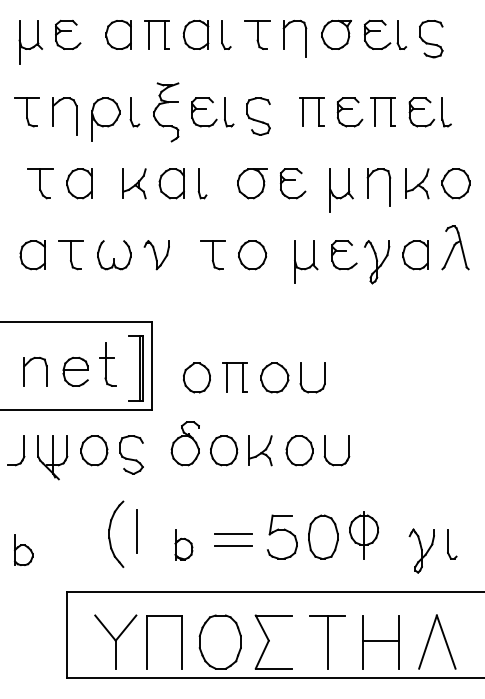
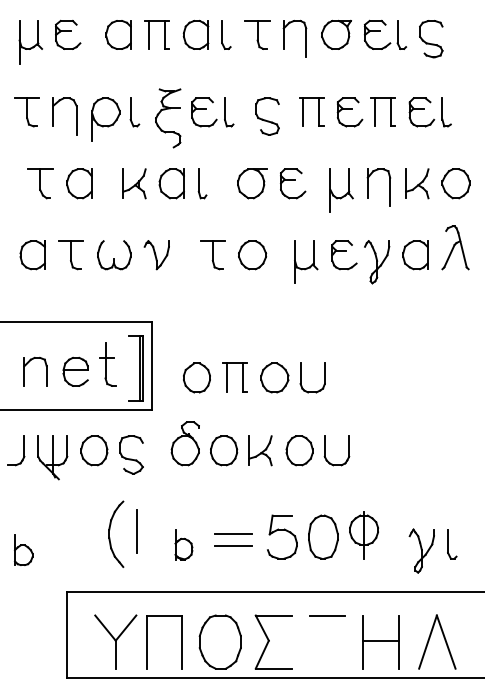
part at (163, 104) position: (163, 104) -> (165, 110)
part at (258, 116) position: (258, 116) -> (267, 116)
line at (327, 641): present -> none
